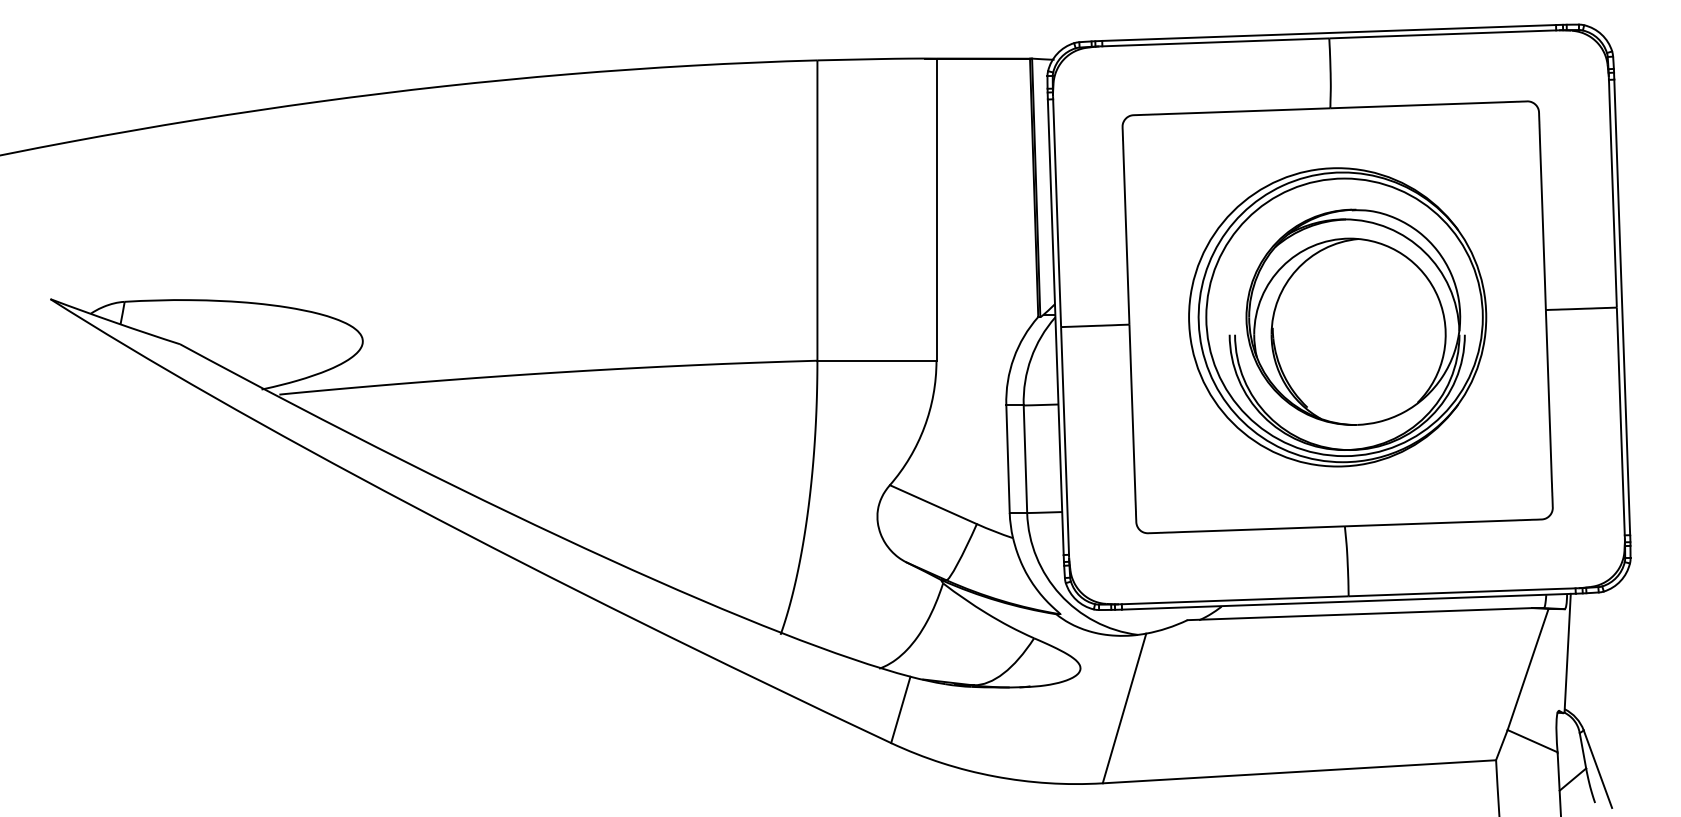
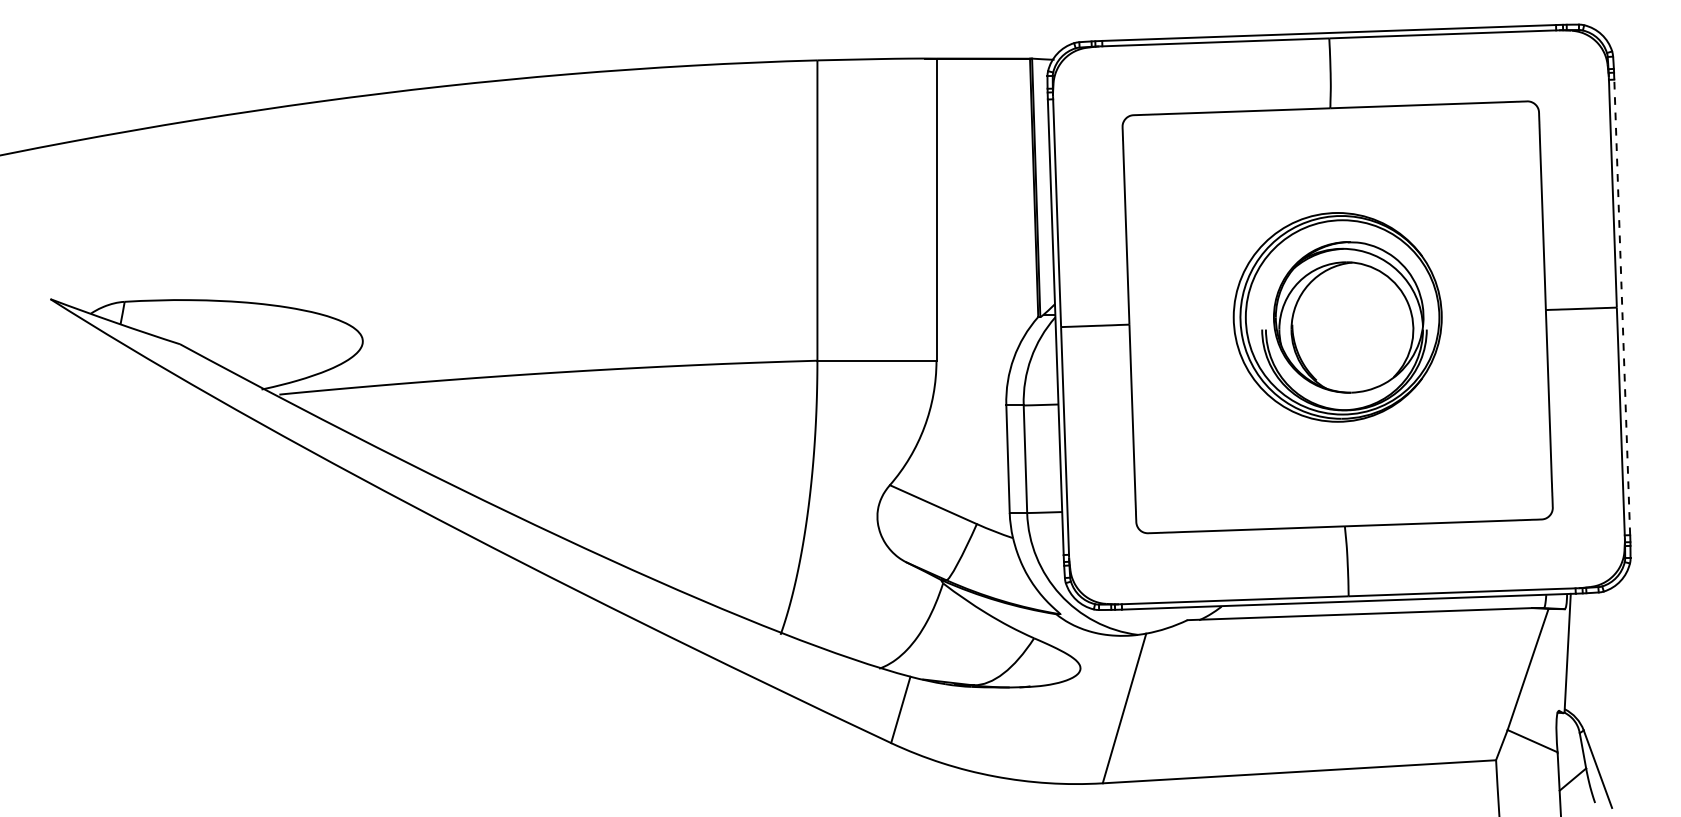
line at (1622, 307): solid -> dashed
part at (1337, 317) size: 300x301 px -> 211x211 px
